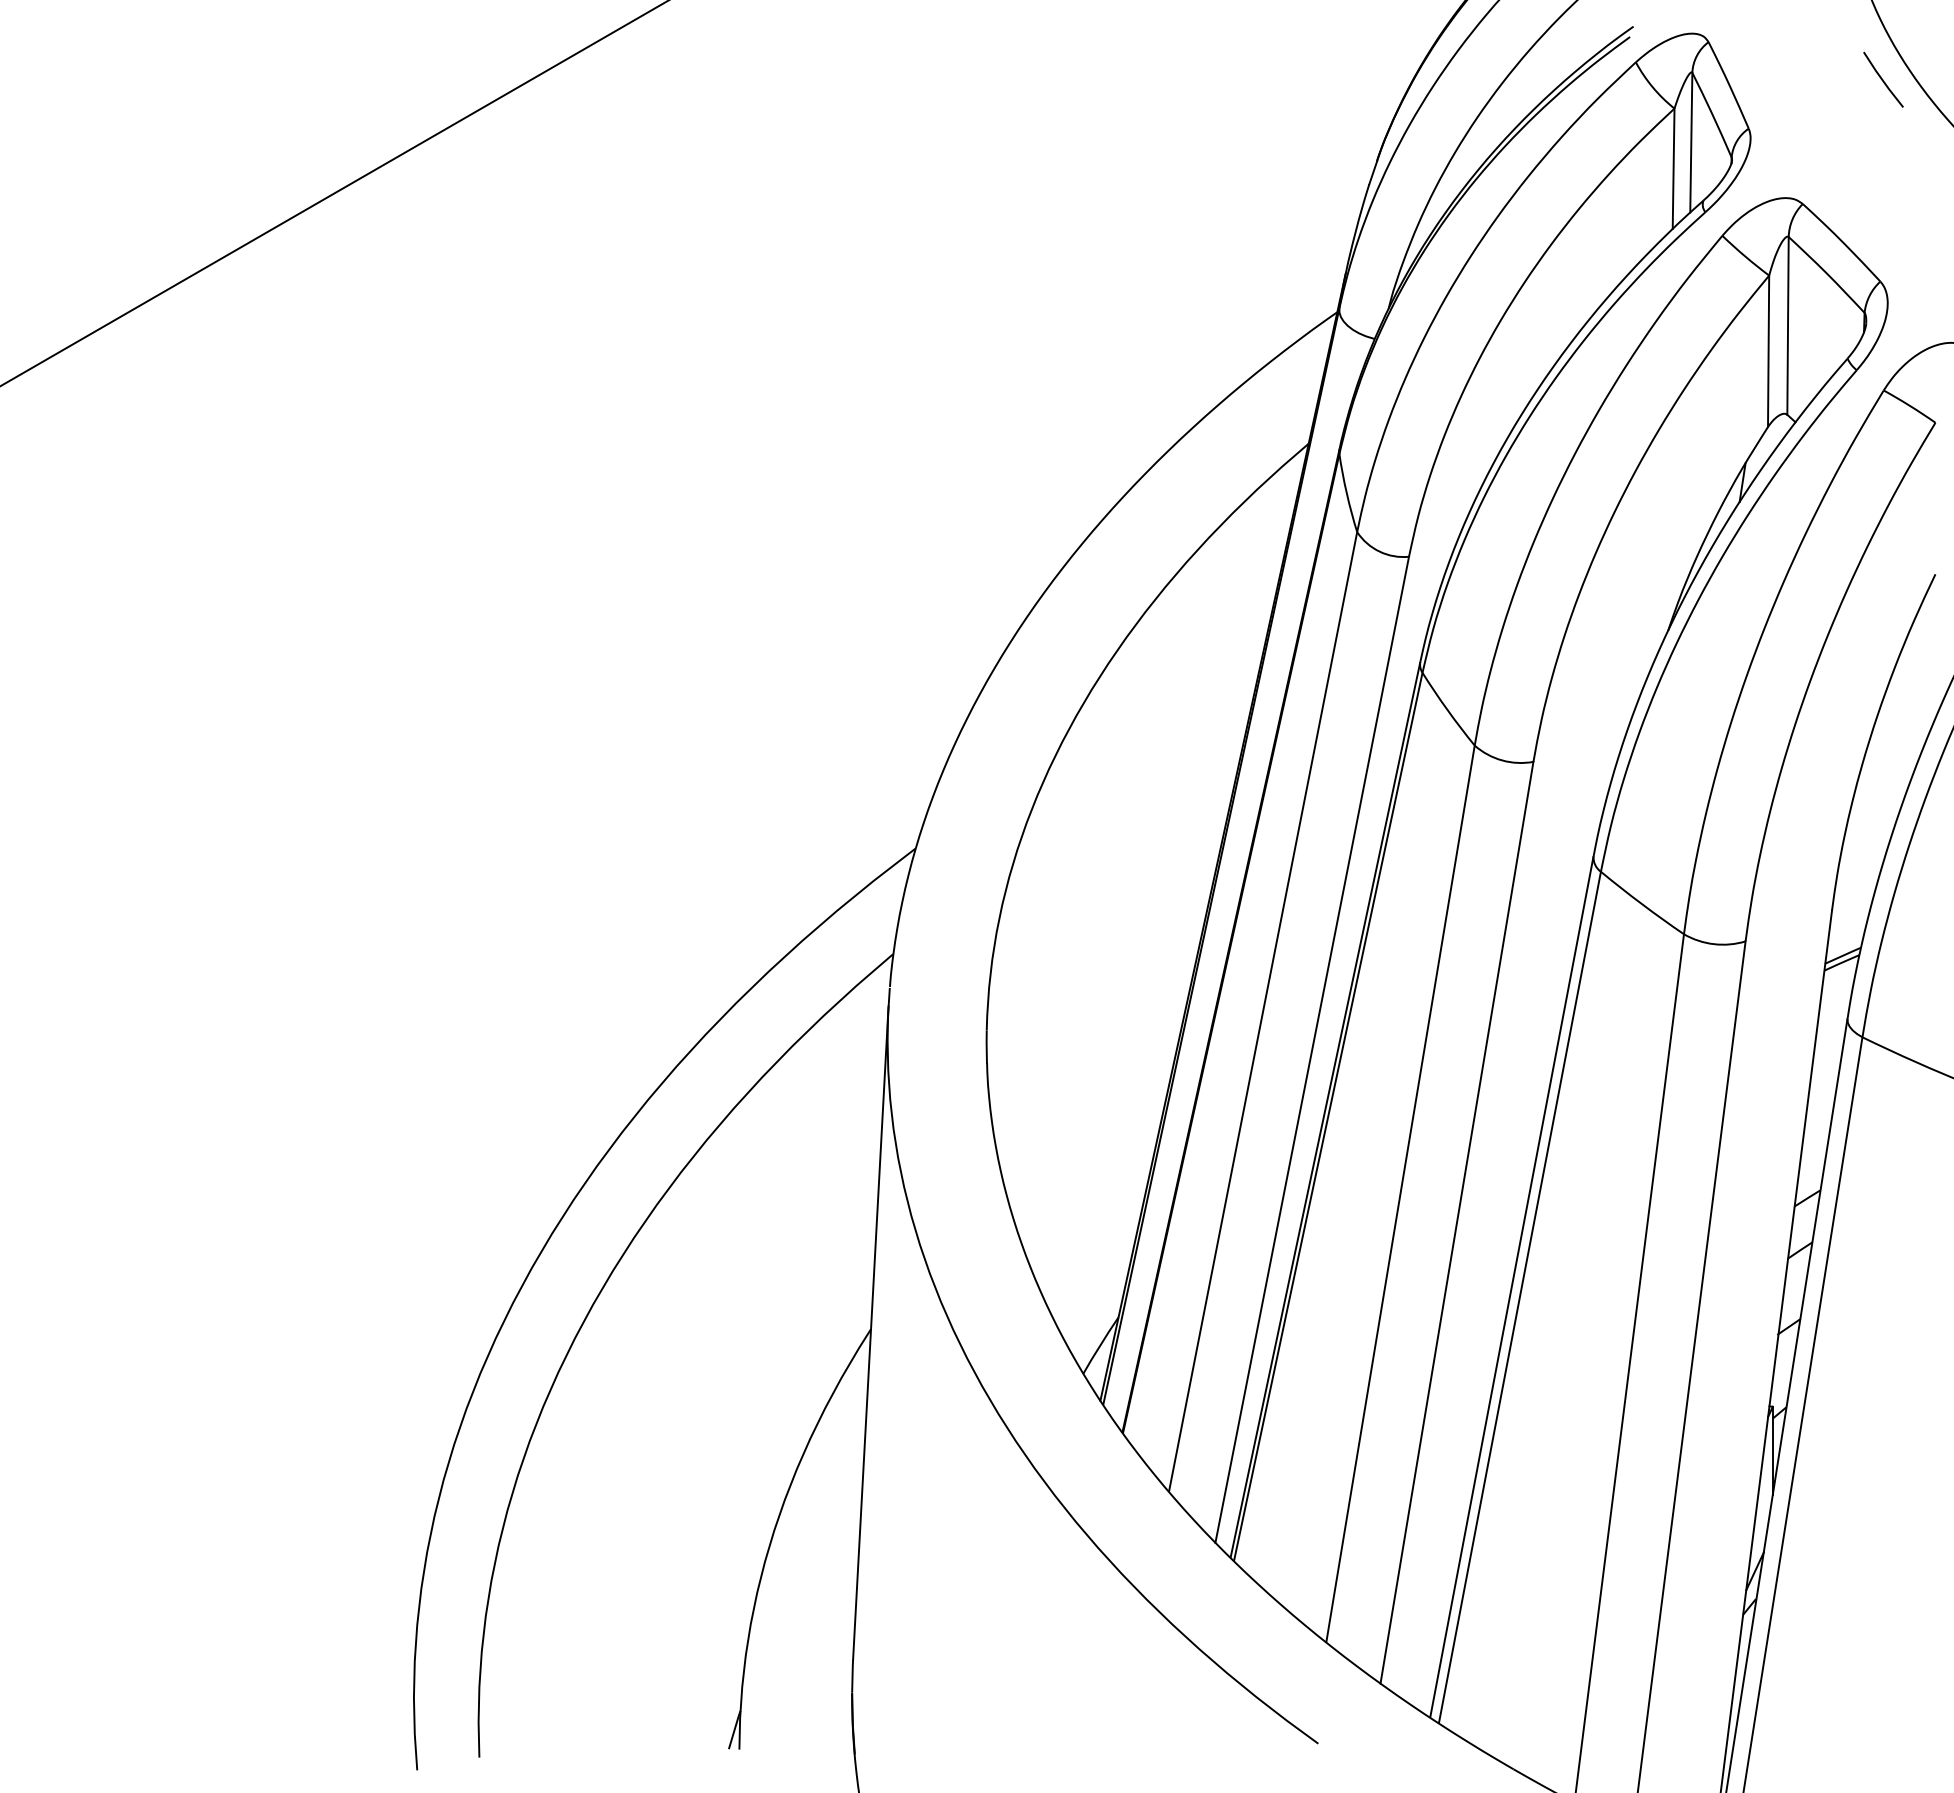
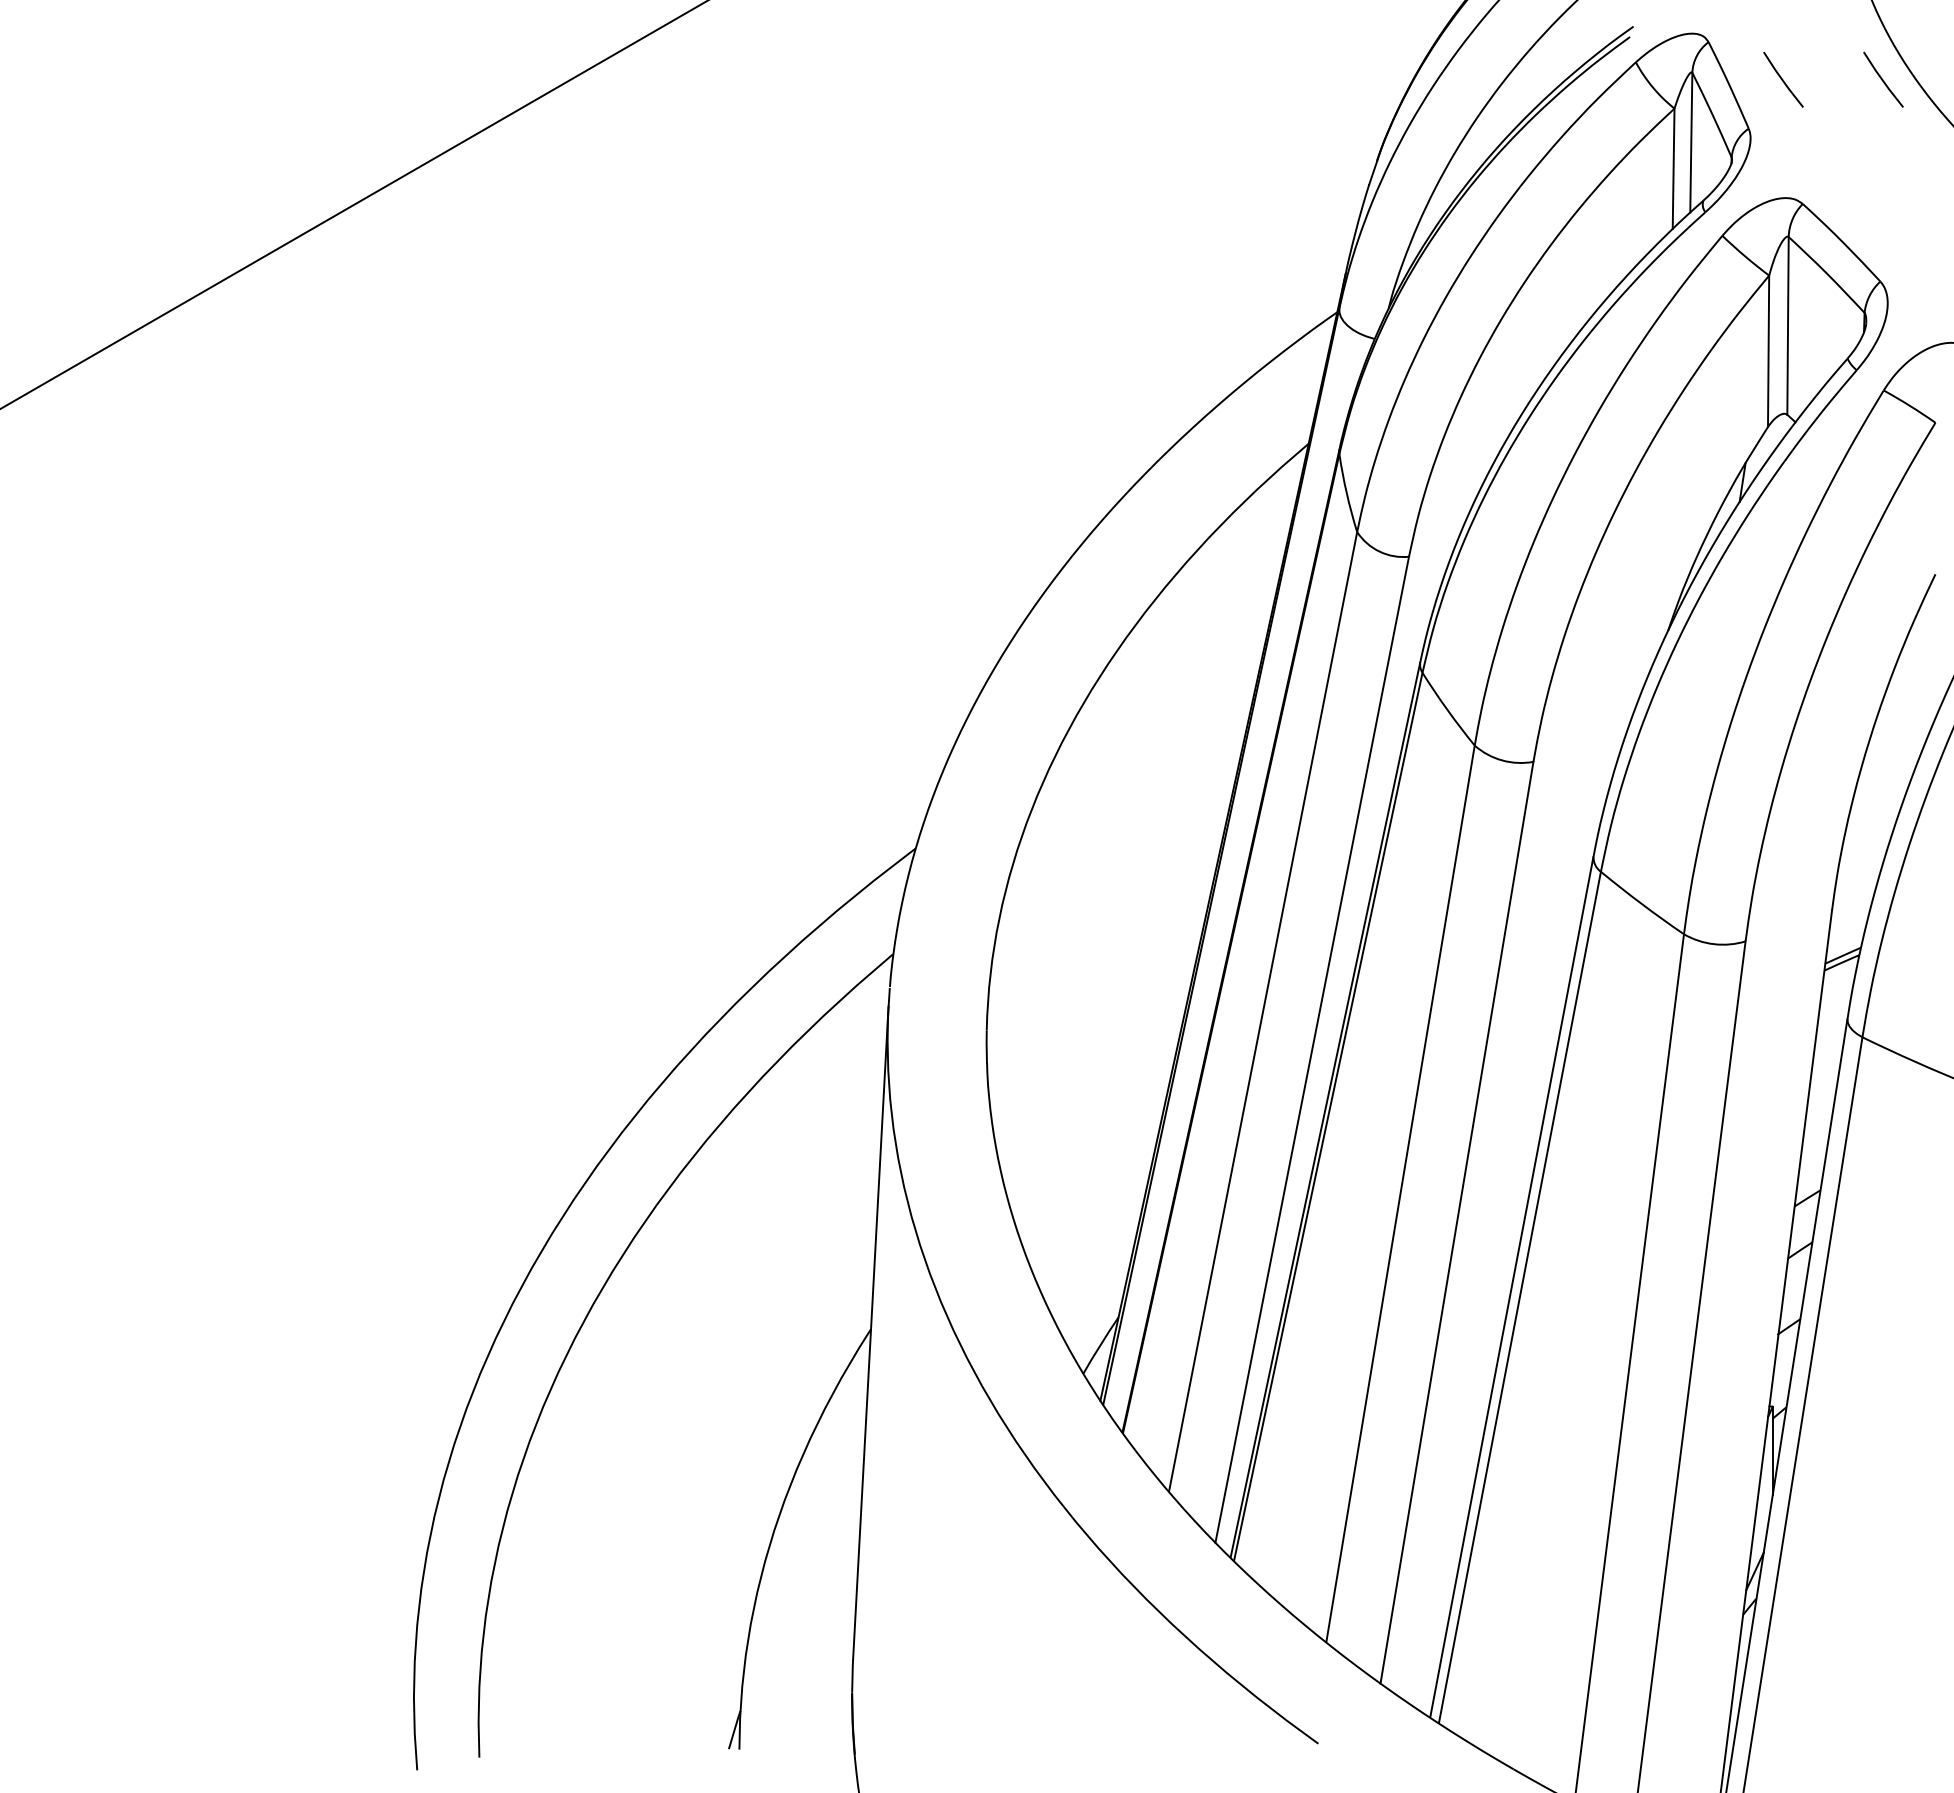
line at (1783, 79): none -> present
line at (333, 193) position: (333, 193) -> (353, 204)
